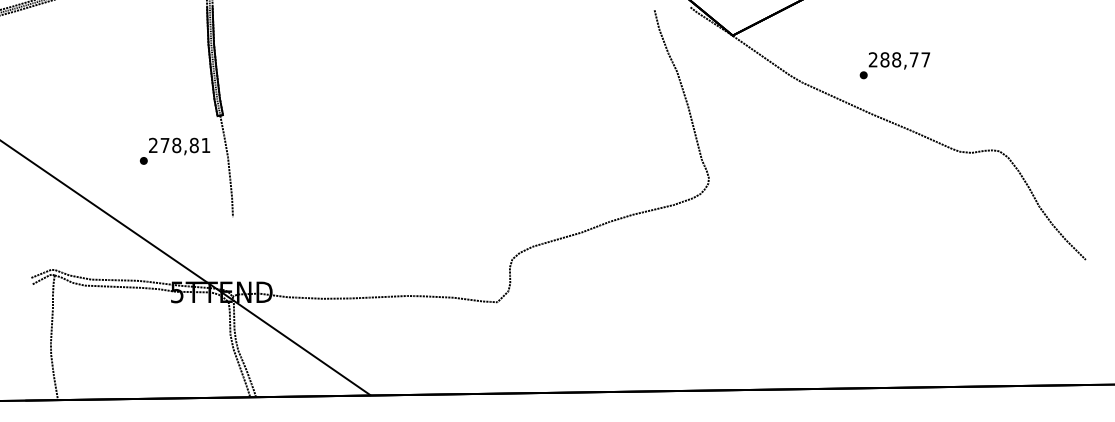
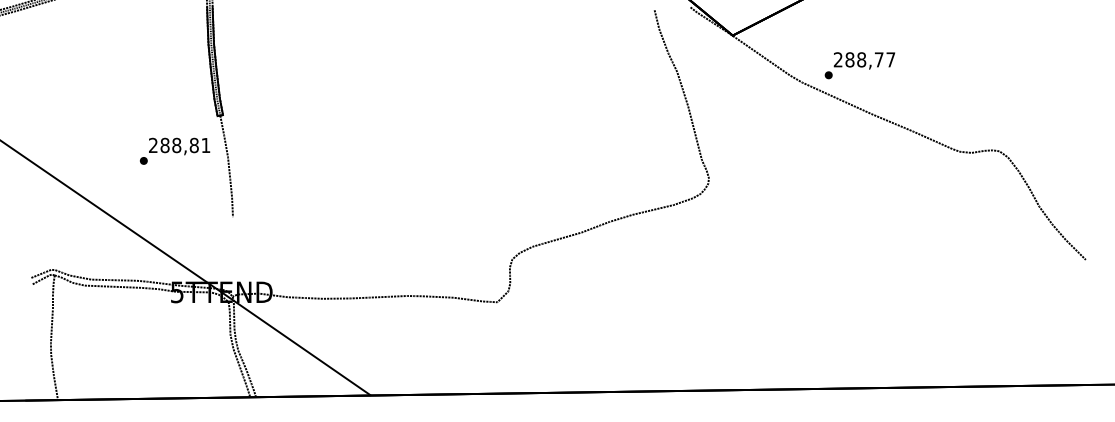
text at (894, 65) position: (894, 65) -> (859, 65)
text at (164, 145): 278,81 -> 288,81
